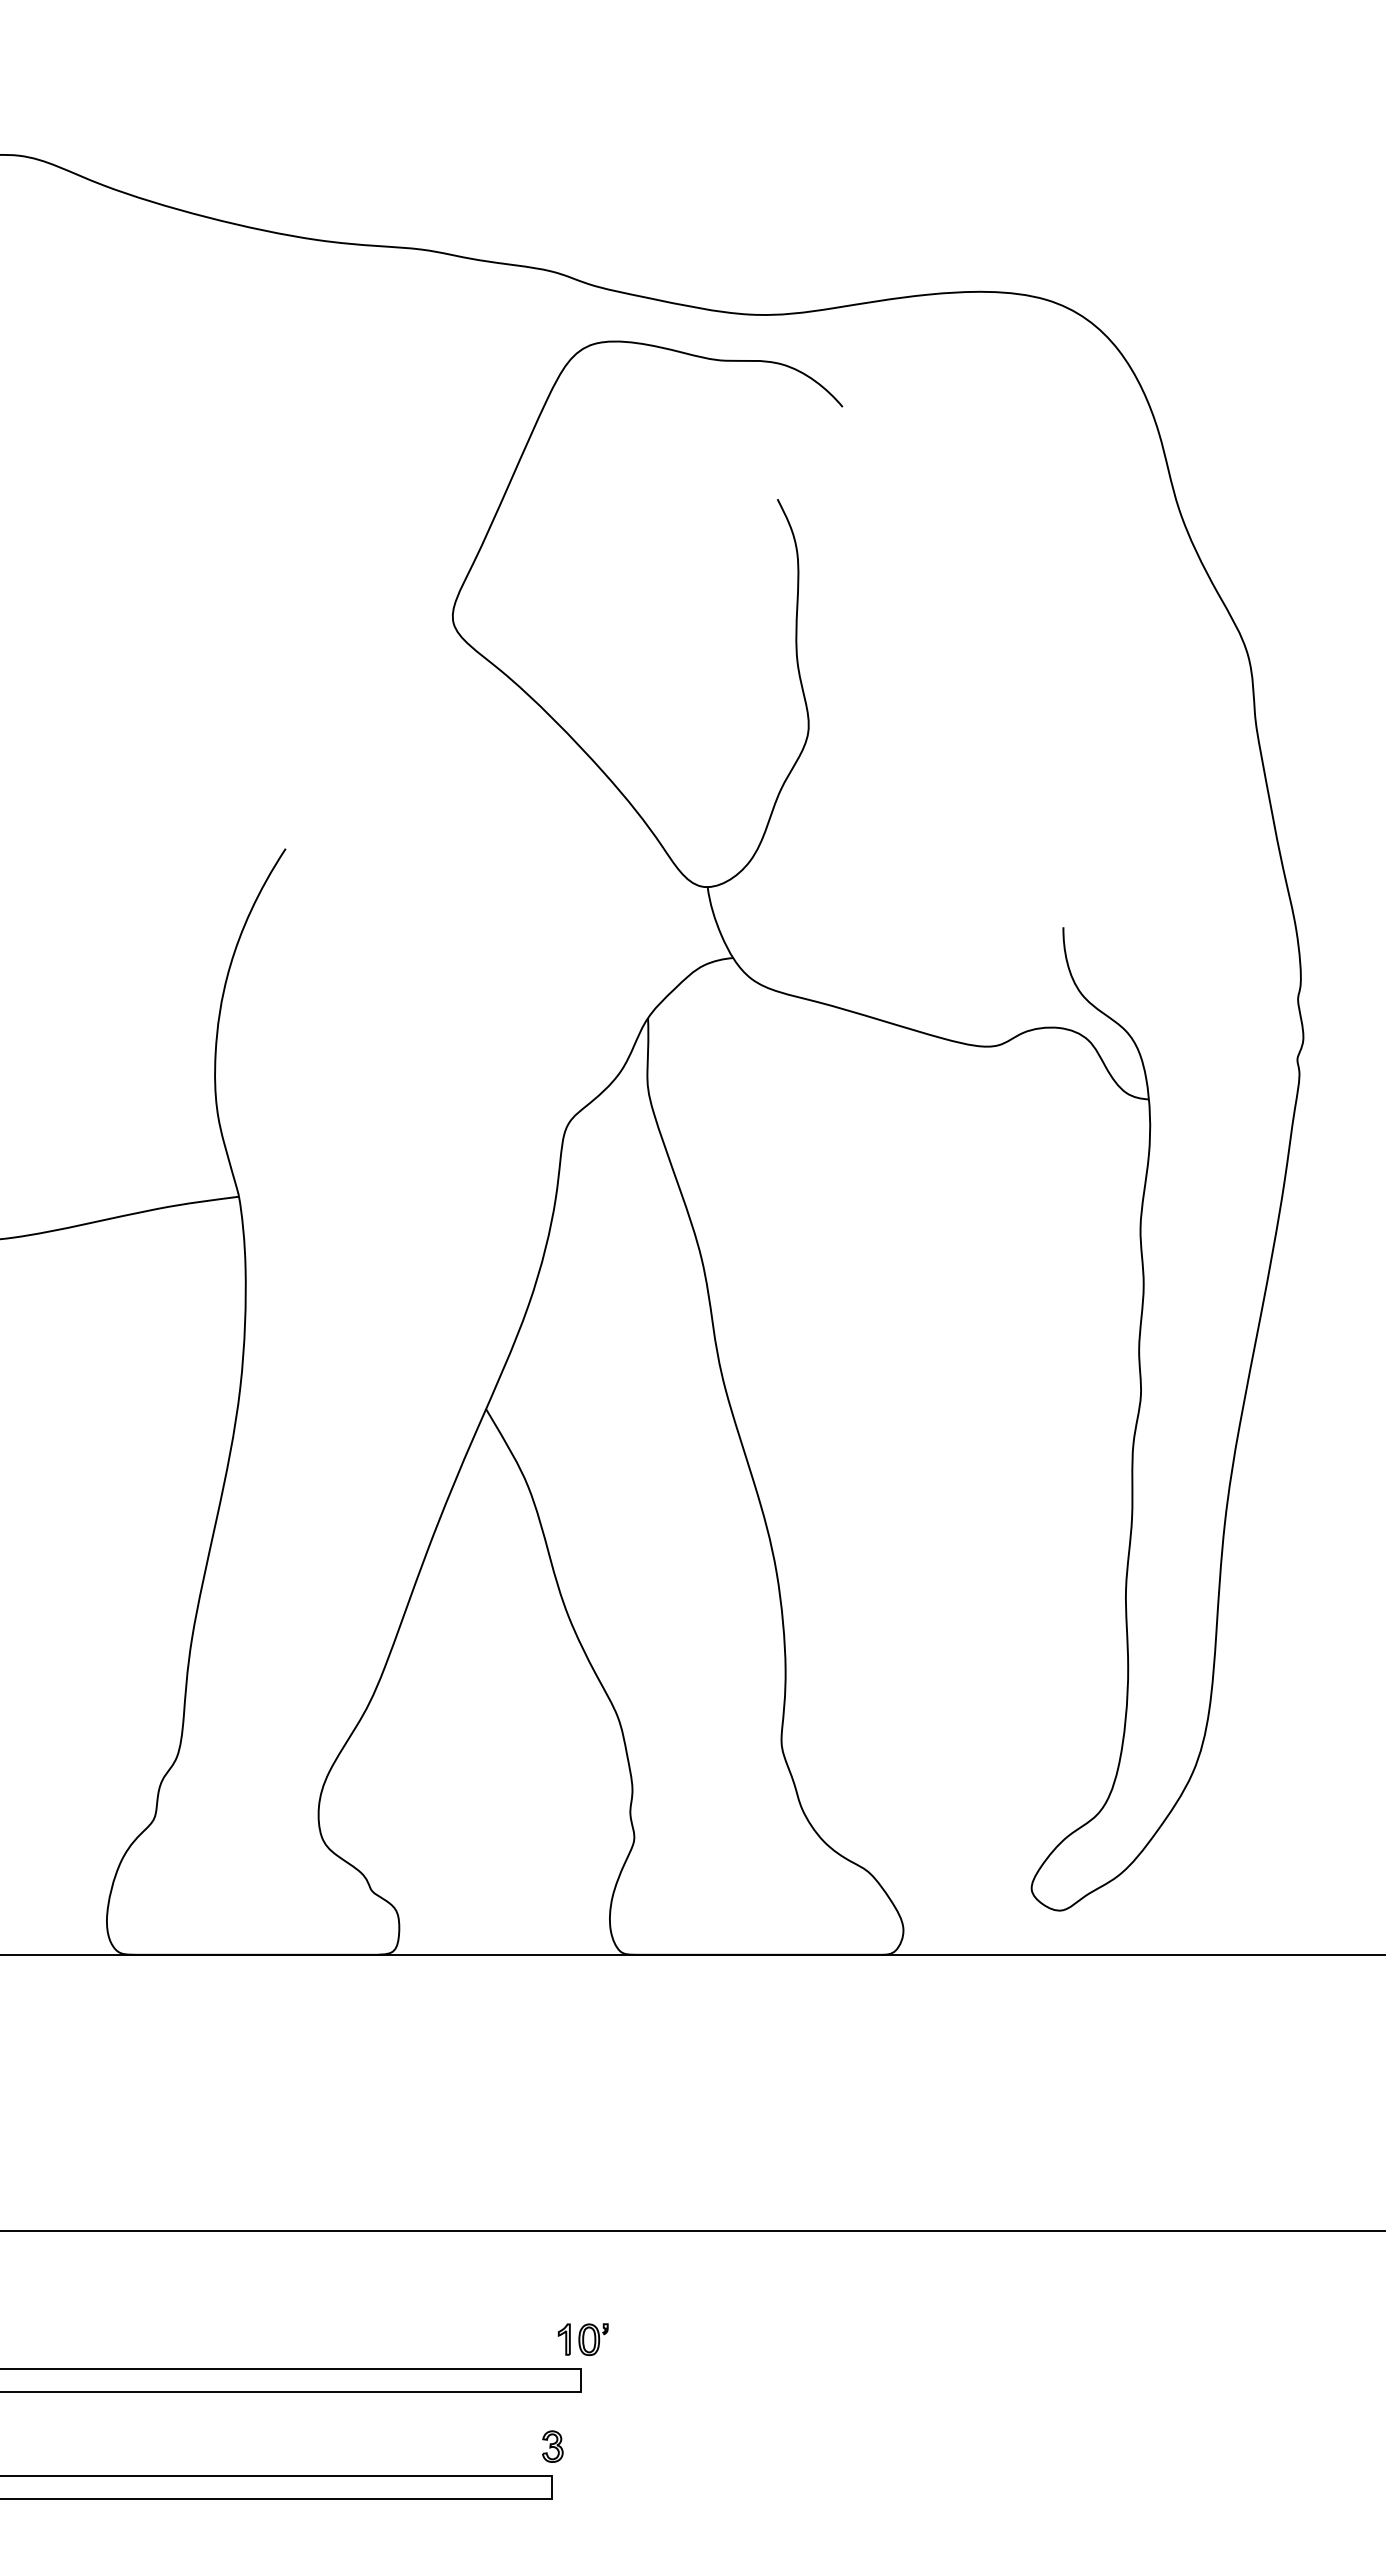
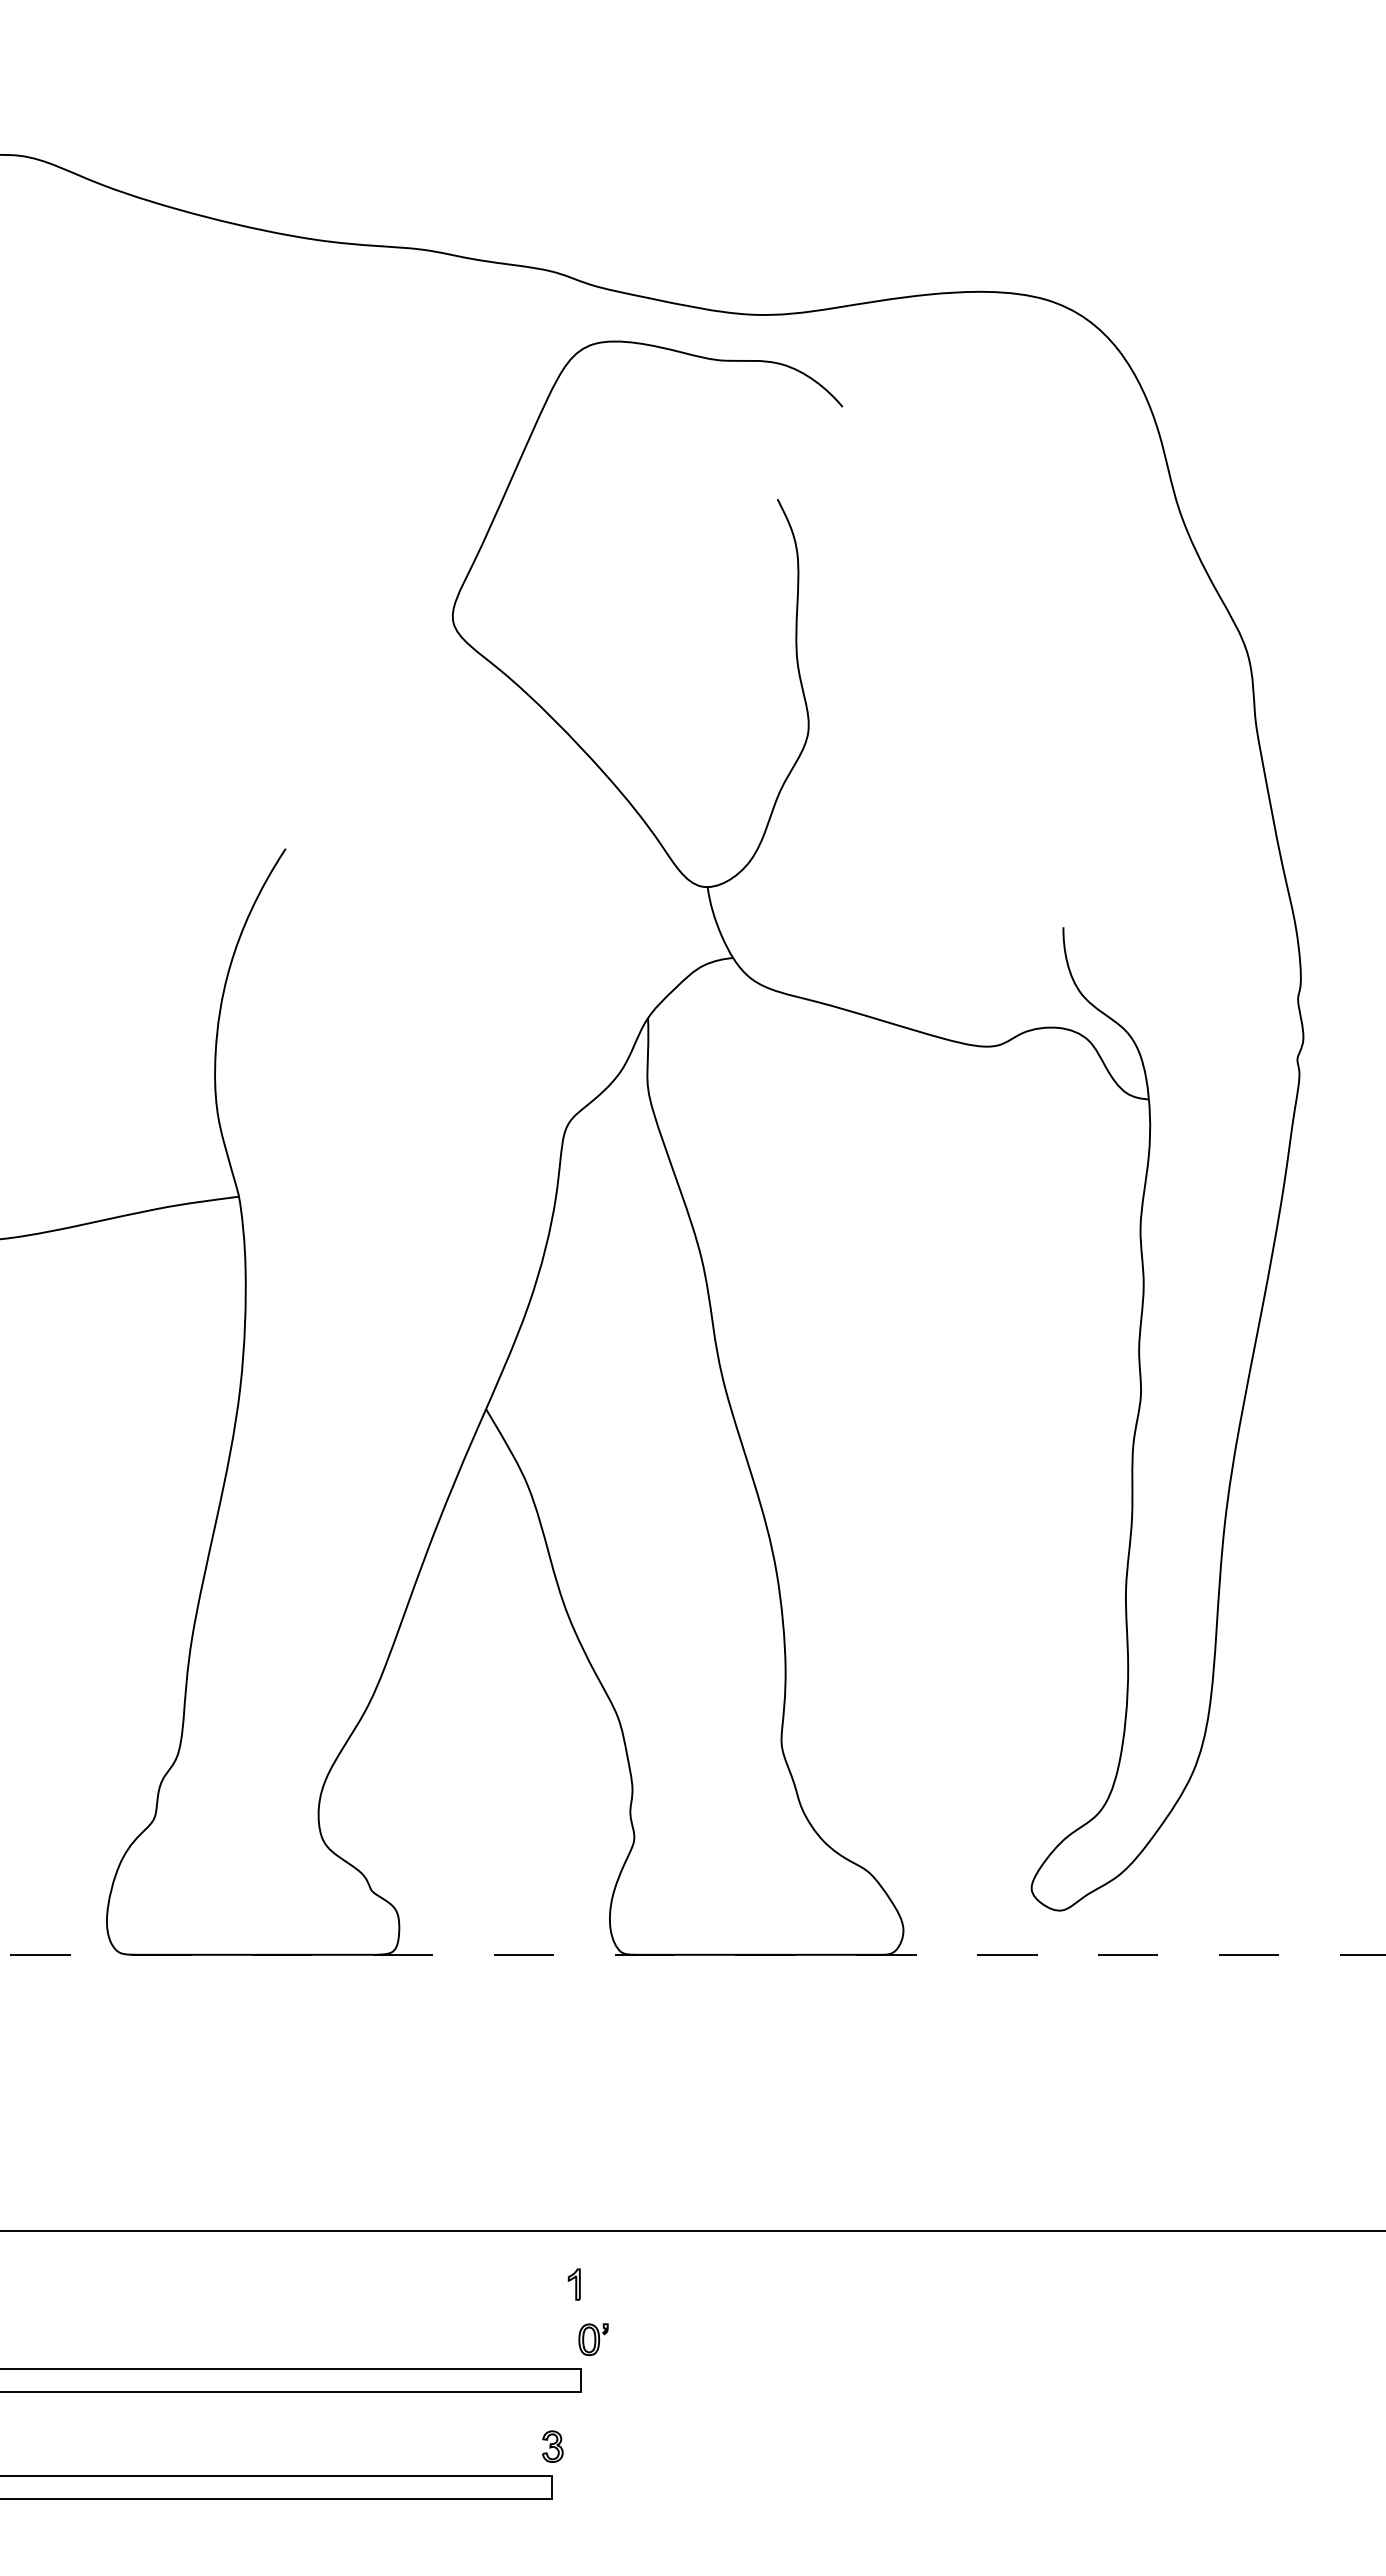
line at (692, 1954): solid -> dashed
part at (563, 2339) position: (563, 2339) -> (573, 2284)
